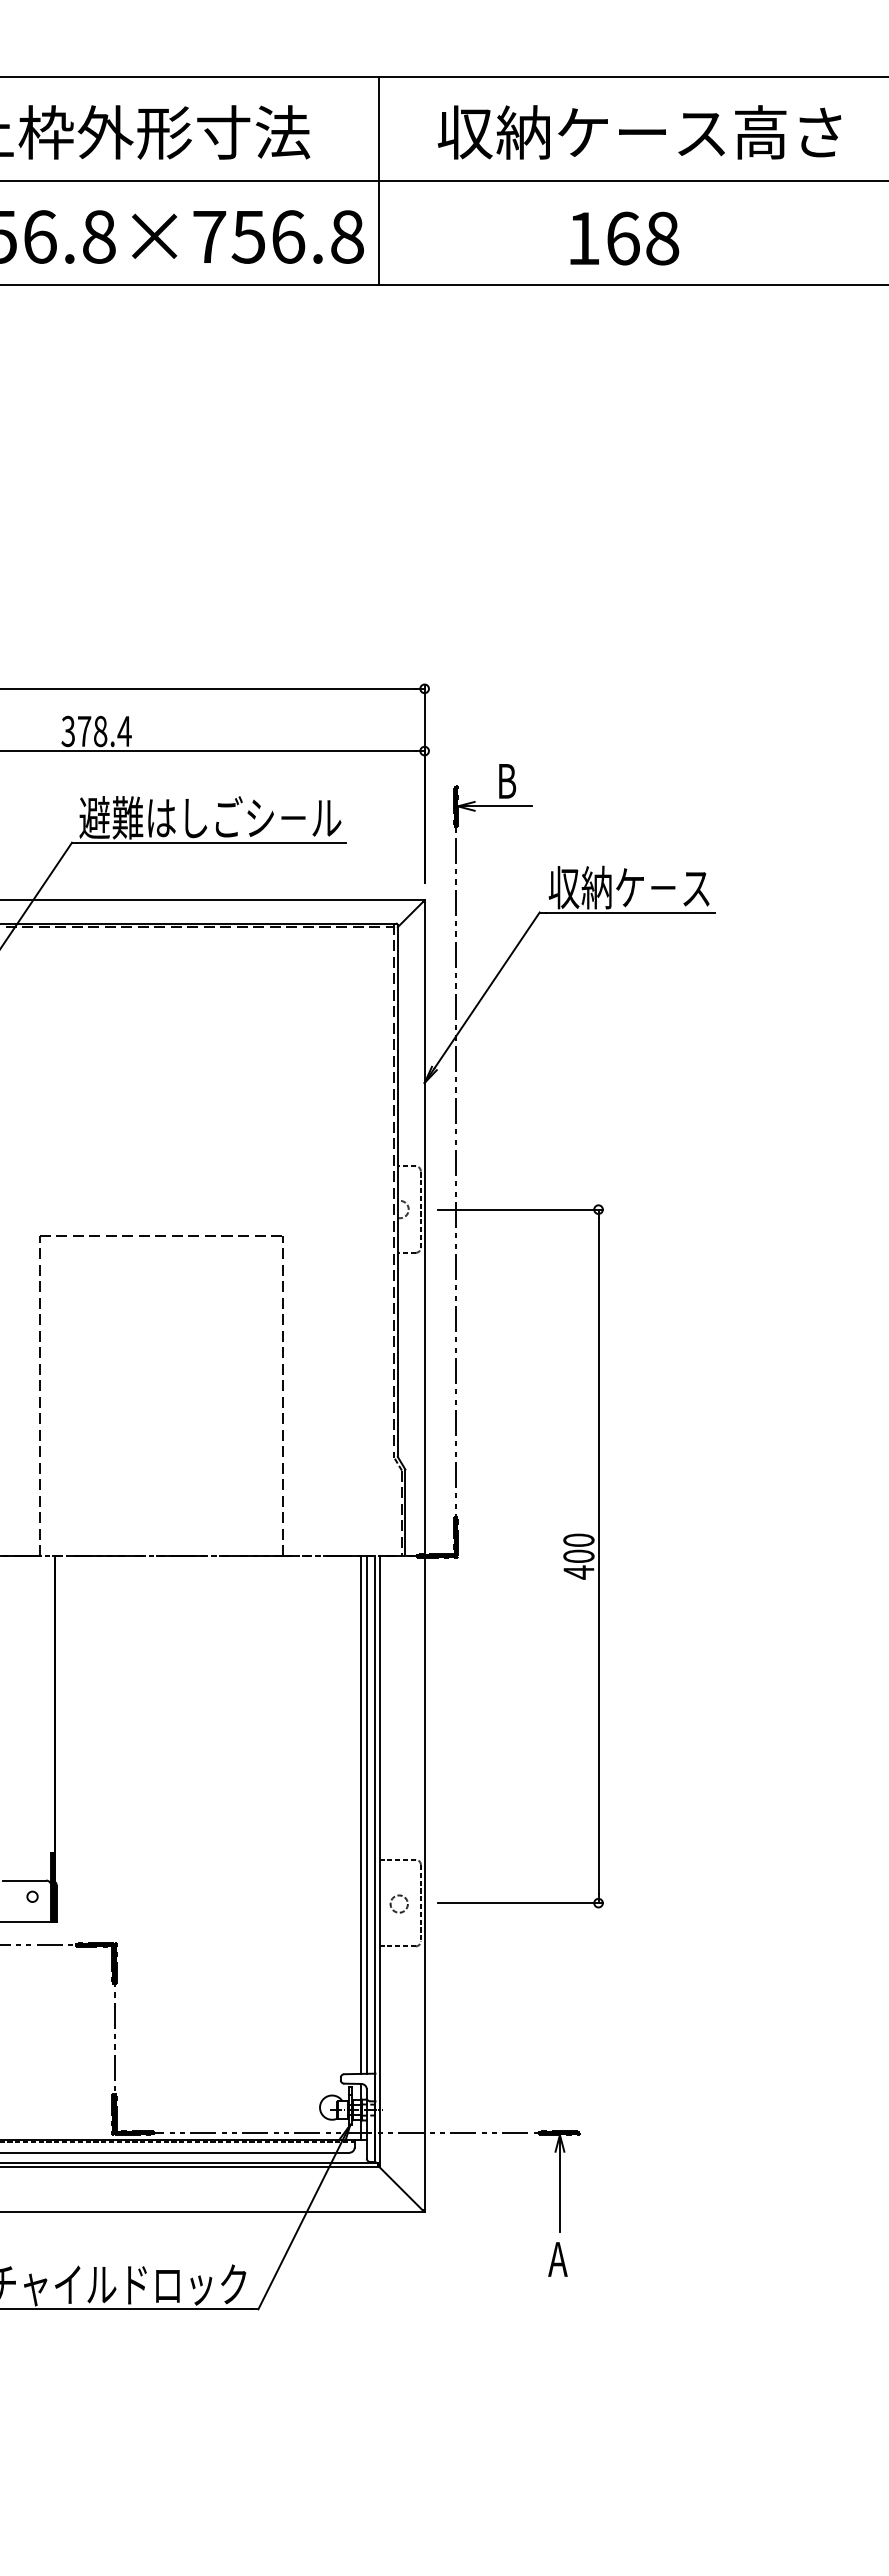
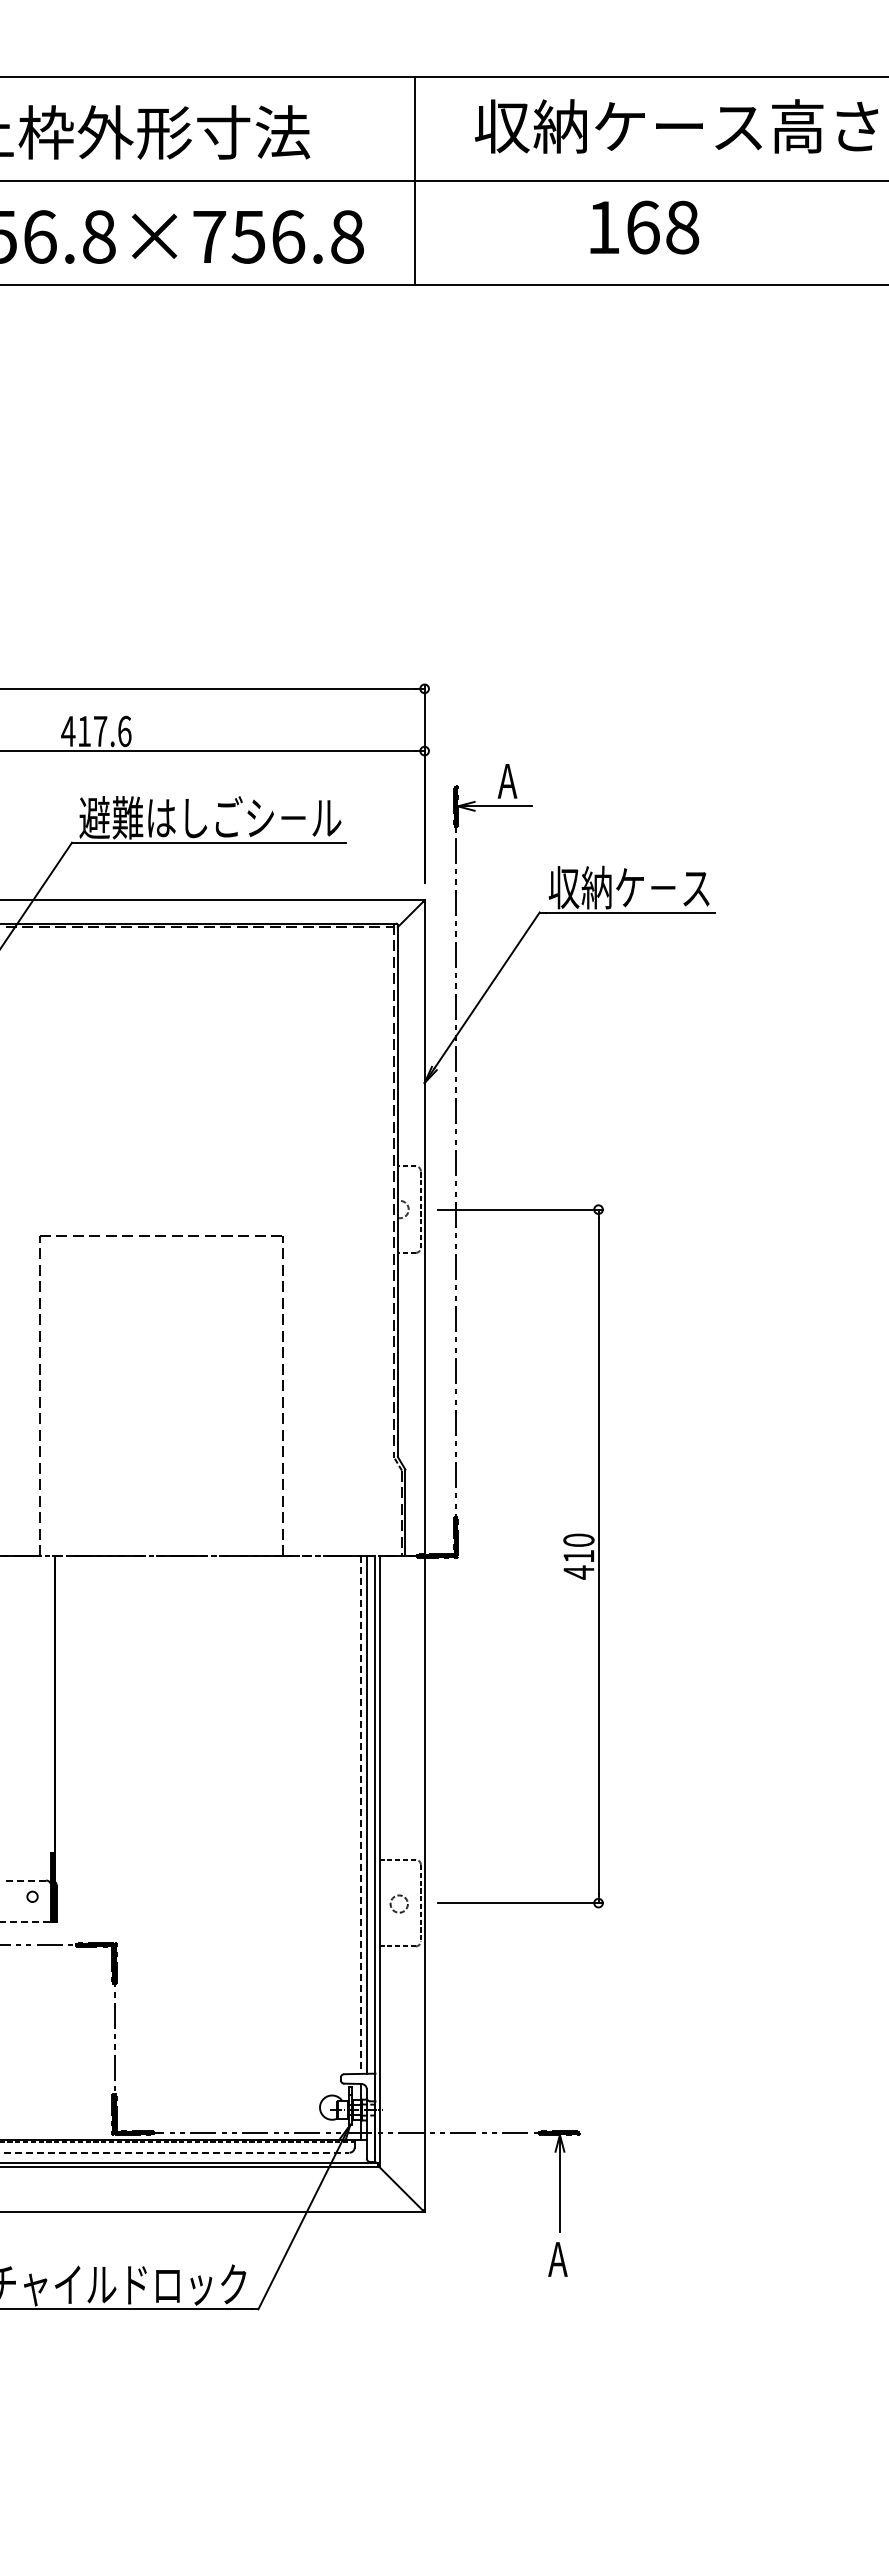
text at (639, 132) position: (639, 132) -> (676, 126)
line at (378, 181) position: (378, 181) -> (414, 181)
text at (624, 238) position: (624, 238) -> (644, 227)
text at (96, 731): 378.4 -> 417.6
text at (507, 781): B -> A
text at (578, 1555): 400 -> 410
line at (360, 1815): solid -> dashed
line at (24, 1880): solid -> dashed
line at (26, 1922): solid -> dashed
line at (175, 2152): solid -> dashed
